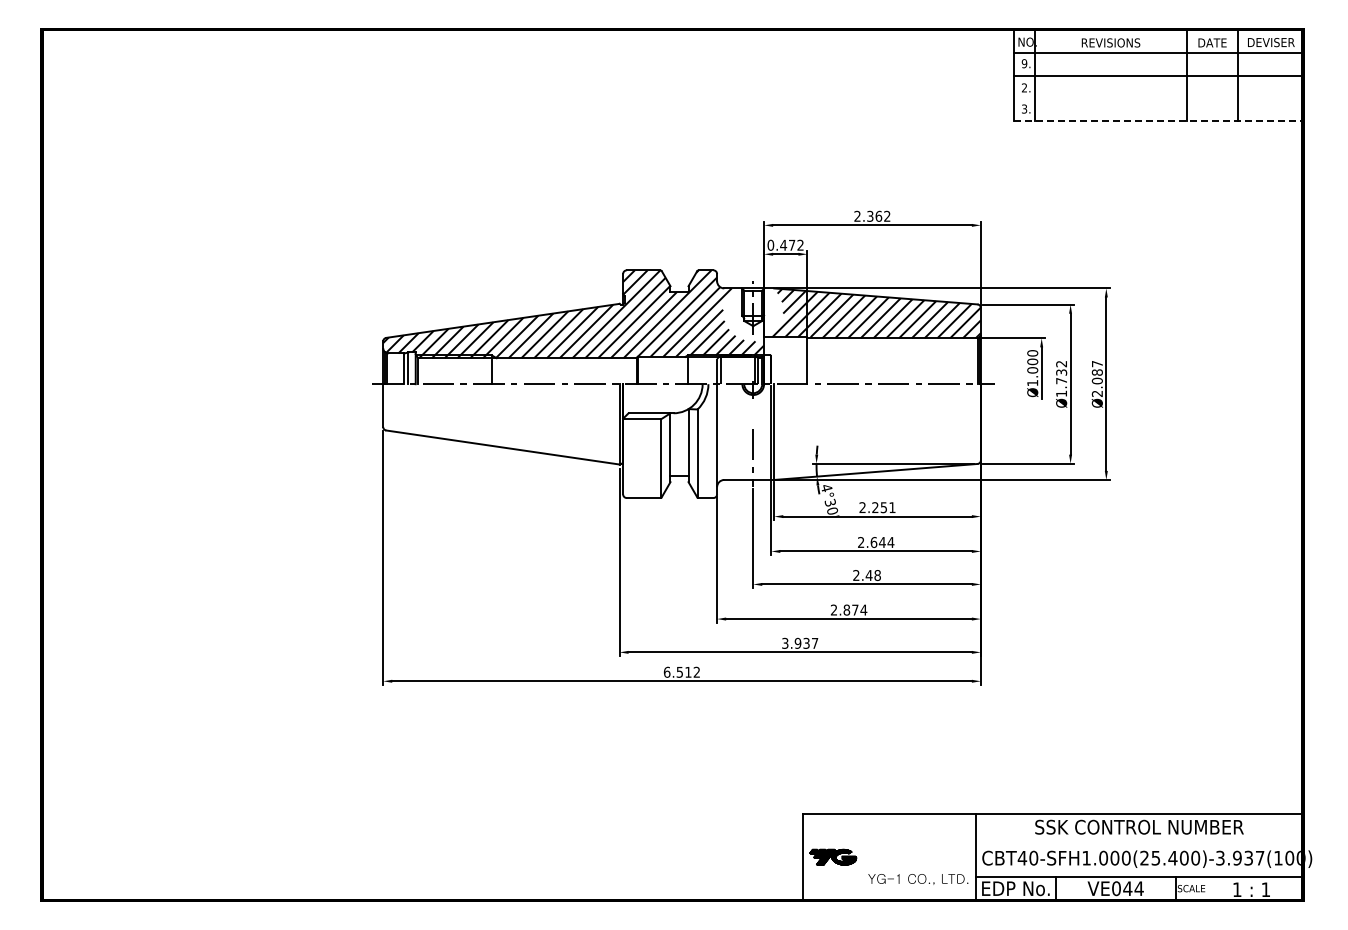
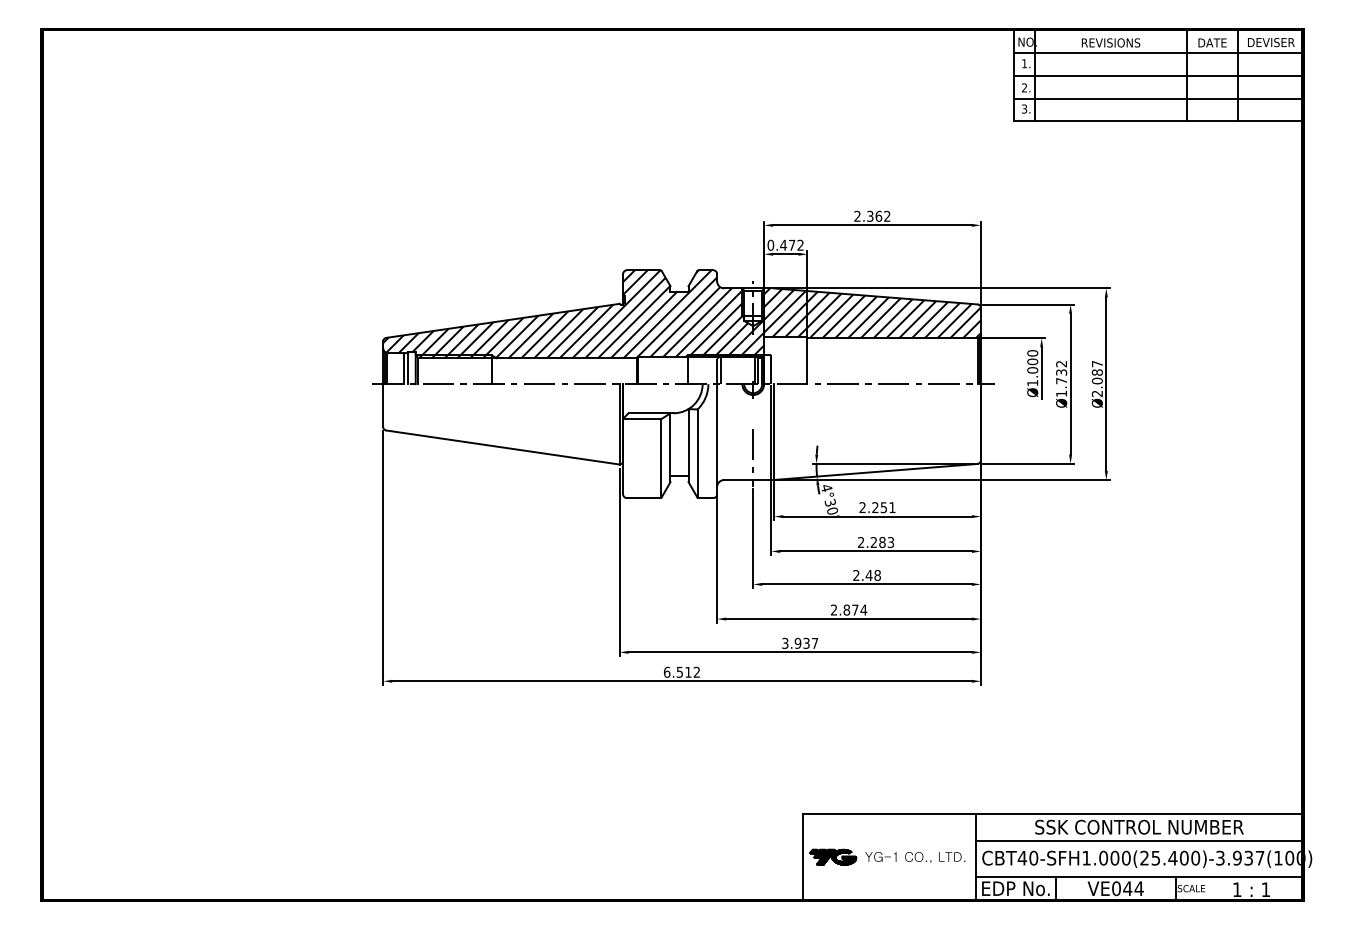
text at (1024, 63): 9. -> 1.
line at (1157, 98): none -> present
line at (1158, 121): dashed -> solid
hatch at (753, 314): none -> present
text at (882, 542): 2.644 -> 2.283
line at (1138, 840): none -> present
text at (918, 879) position: (918, 879) -> (915, 857)
